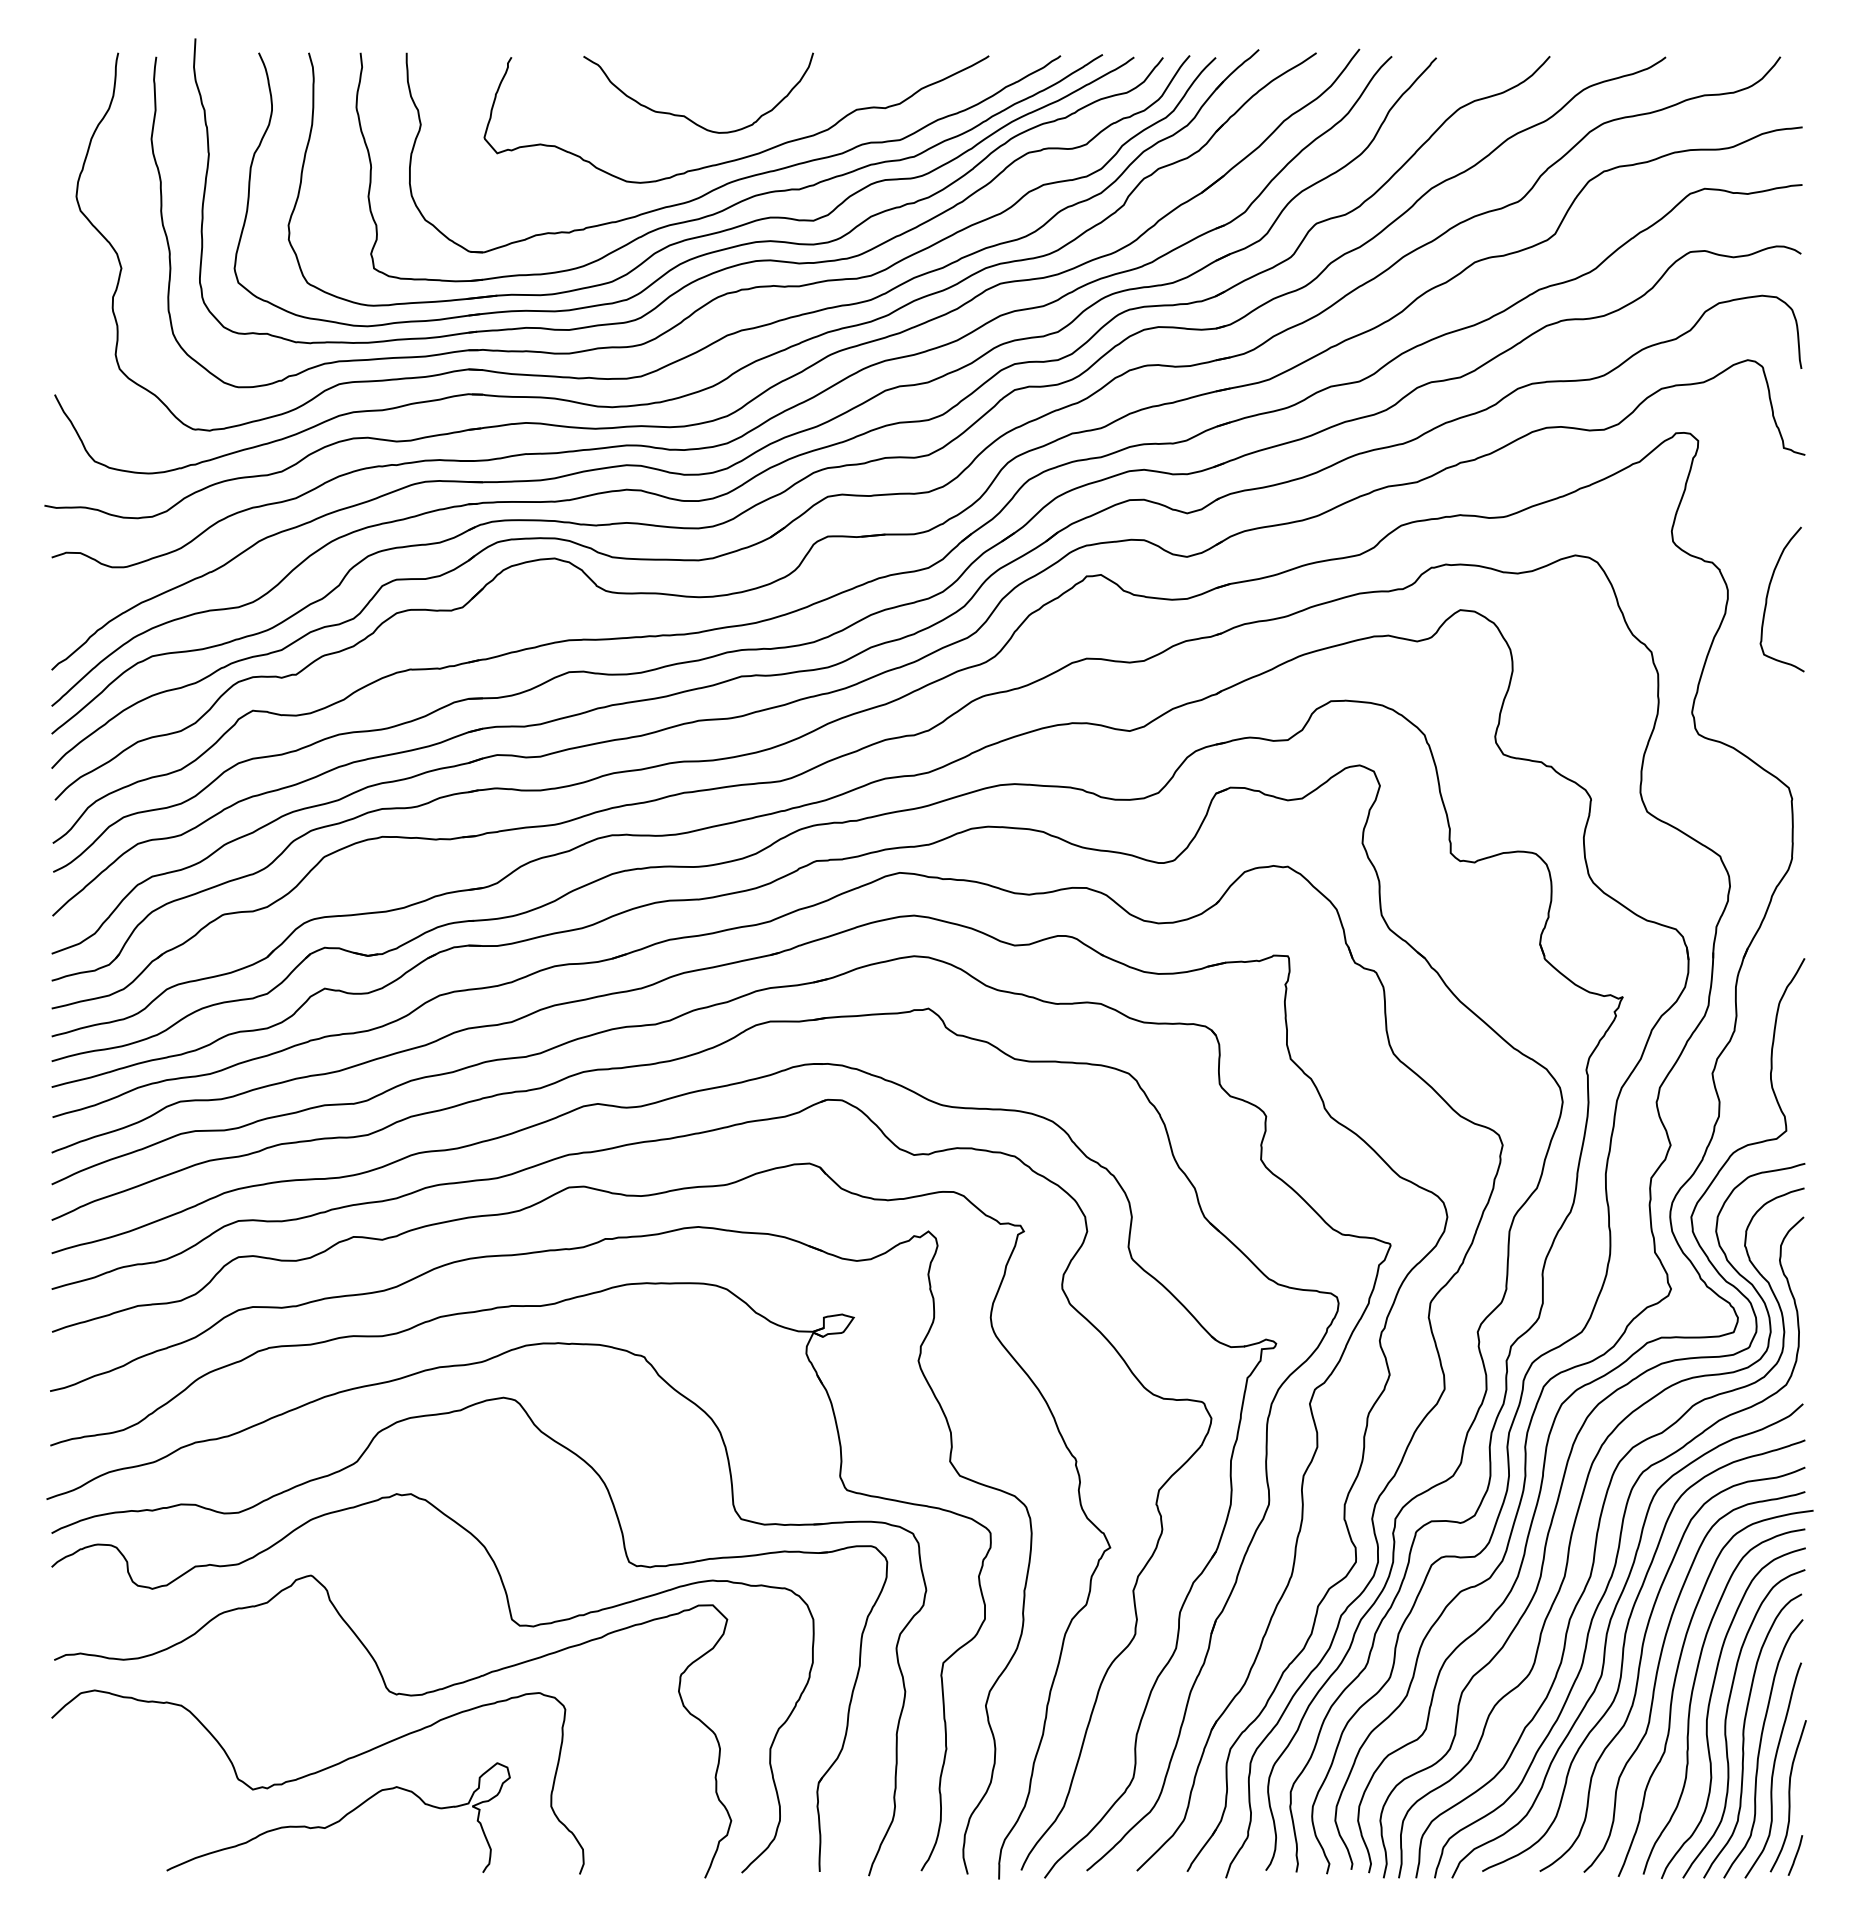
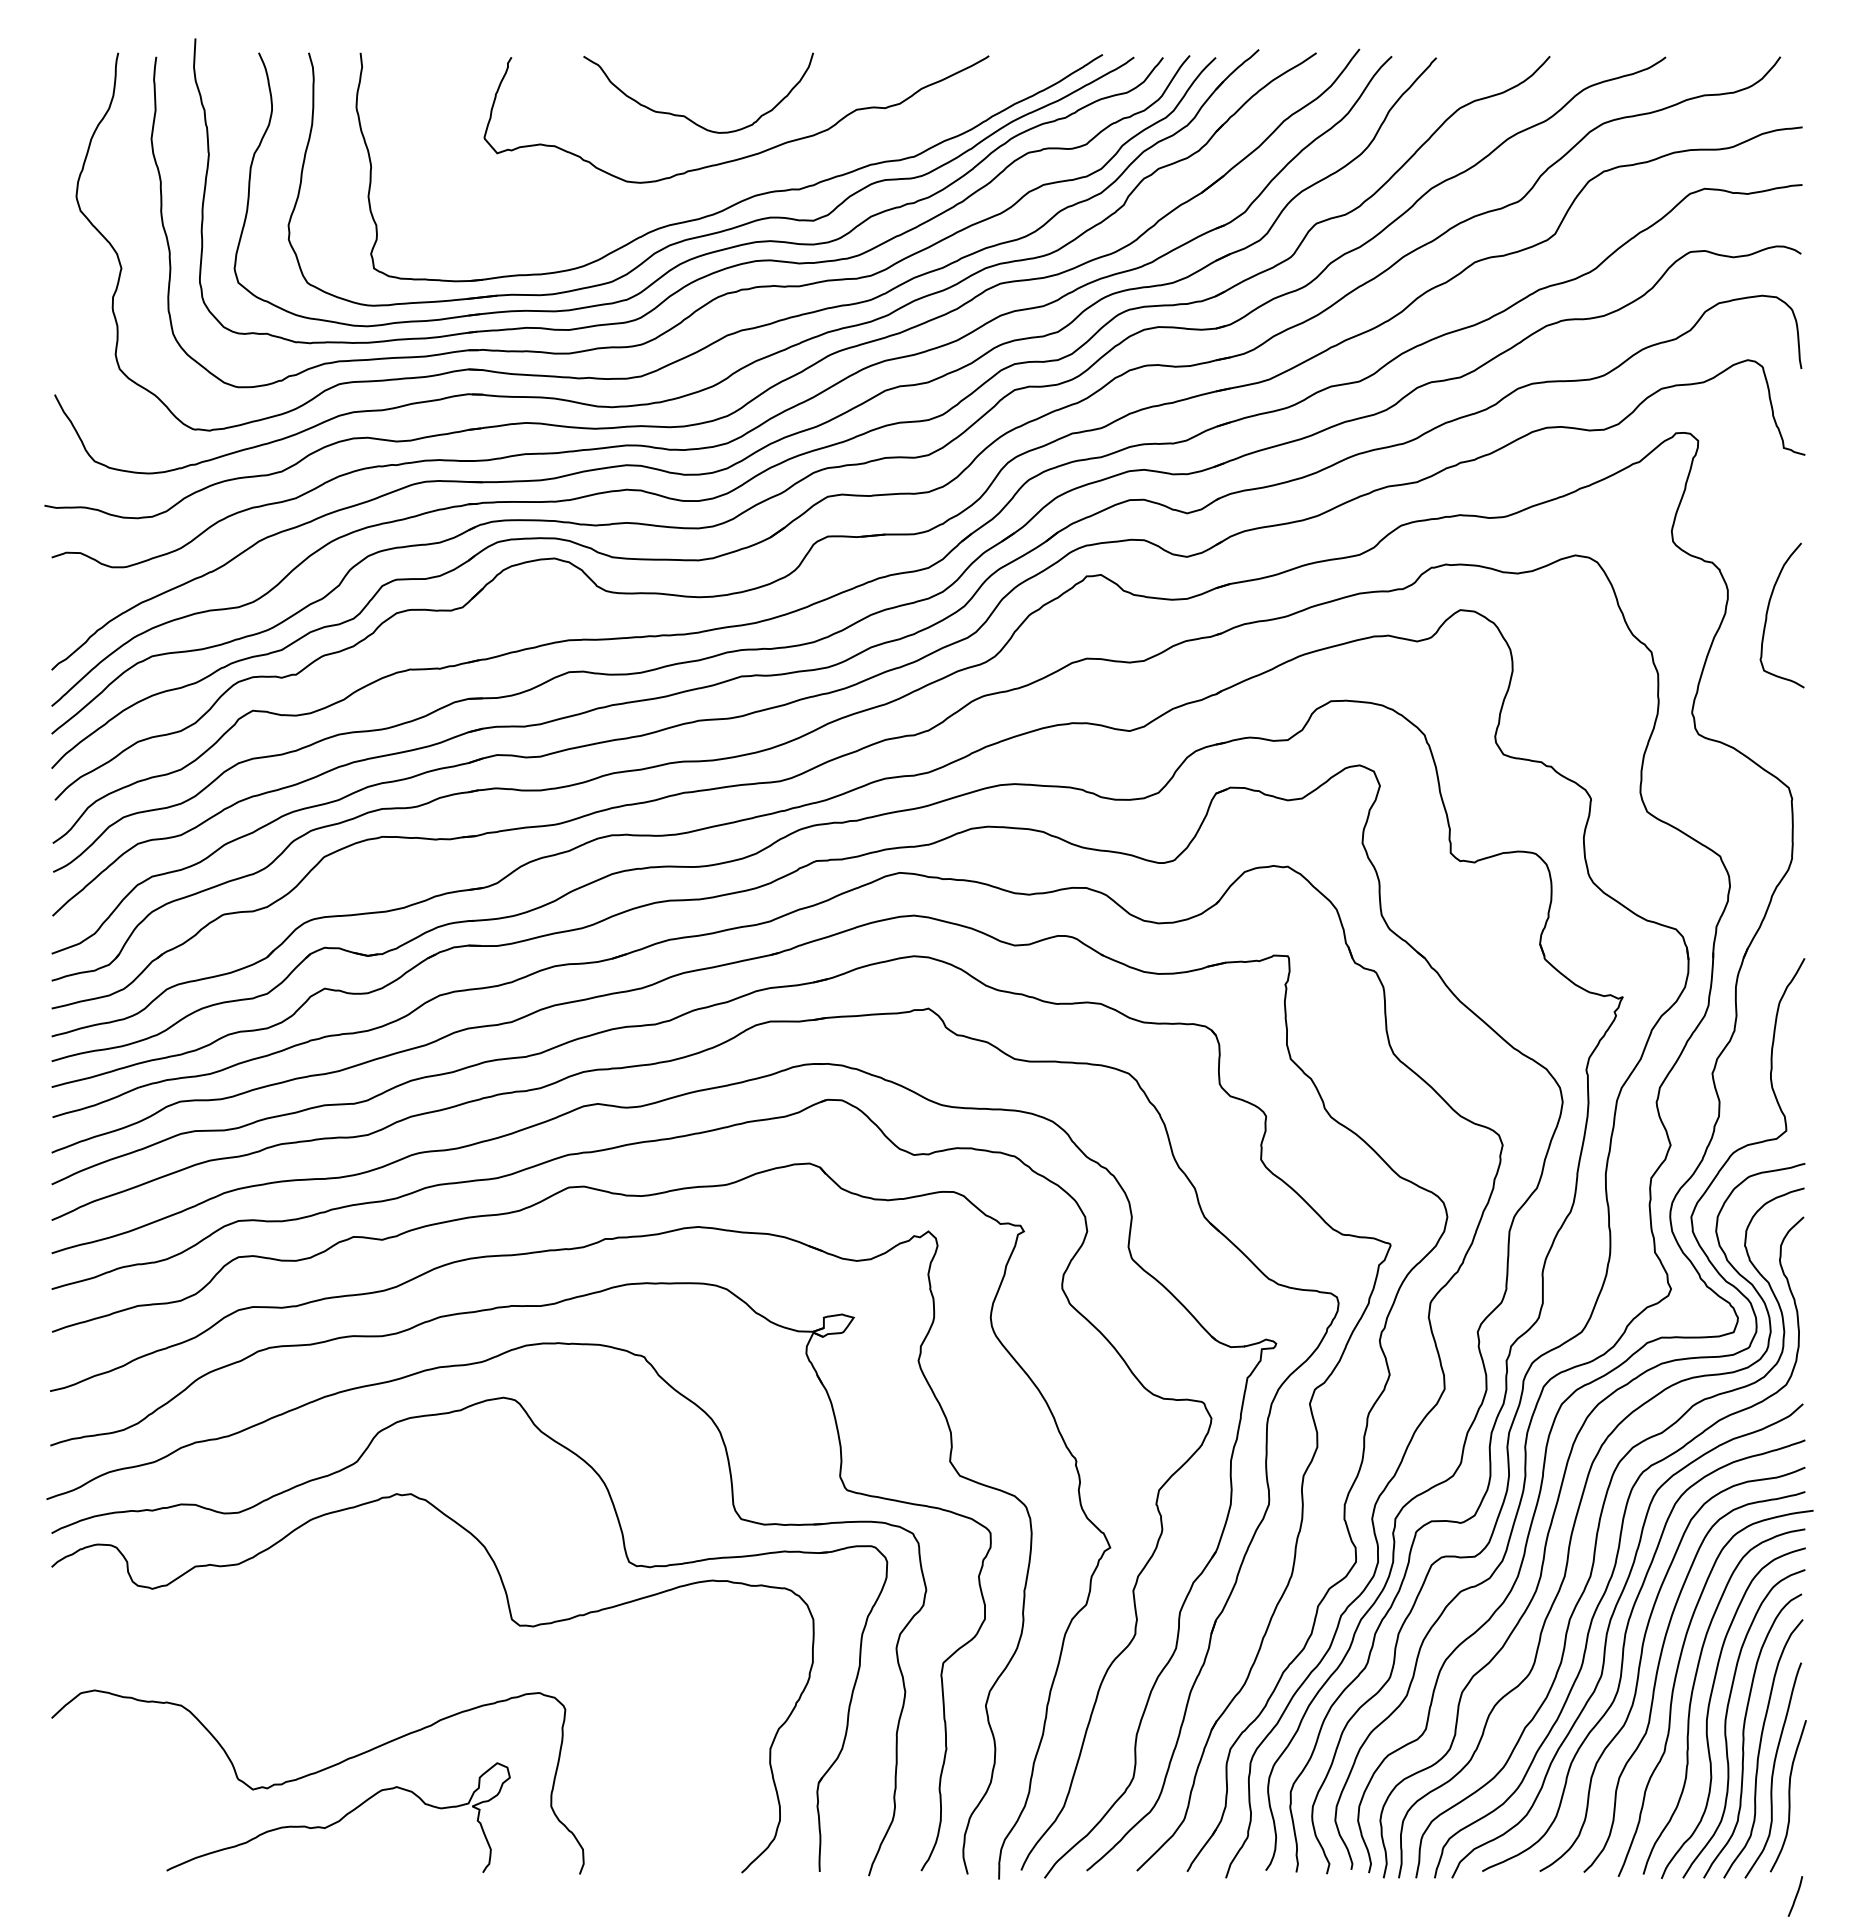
part at (738, 178): present -> none
curve at (1768, 595) position: (1768, 595) -> (1768, 611)
curve at (395, 1695): present -> none
line at (1795, 1855) position: (1795, 1855) -> (1795, 1896)
